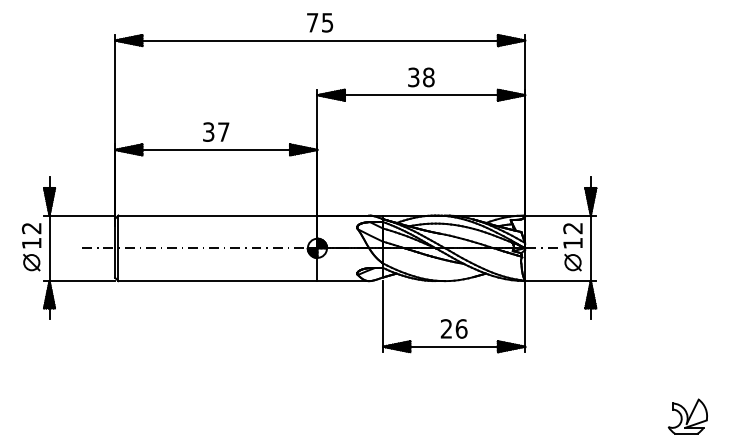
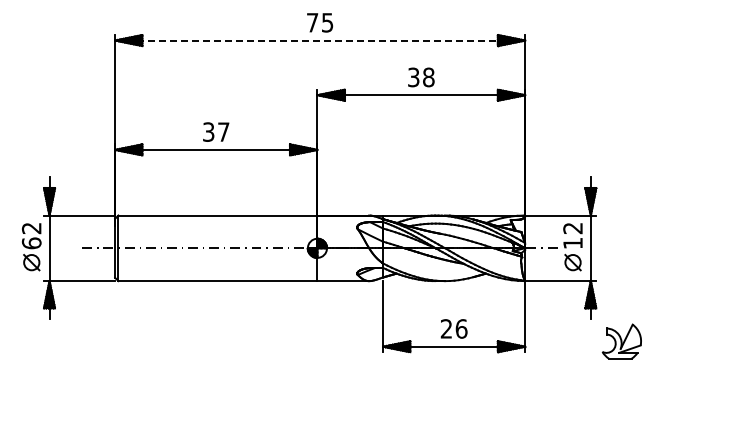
line at (320, 40): solid -> dashed
text at (31, 243): 12 -> 62
part at (687, 416) position: (687, 416) -> (621, 341)
